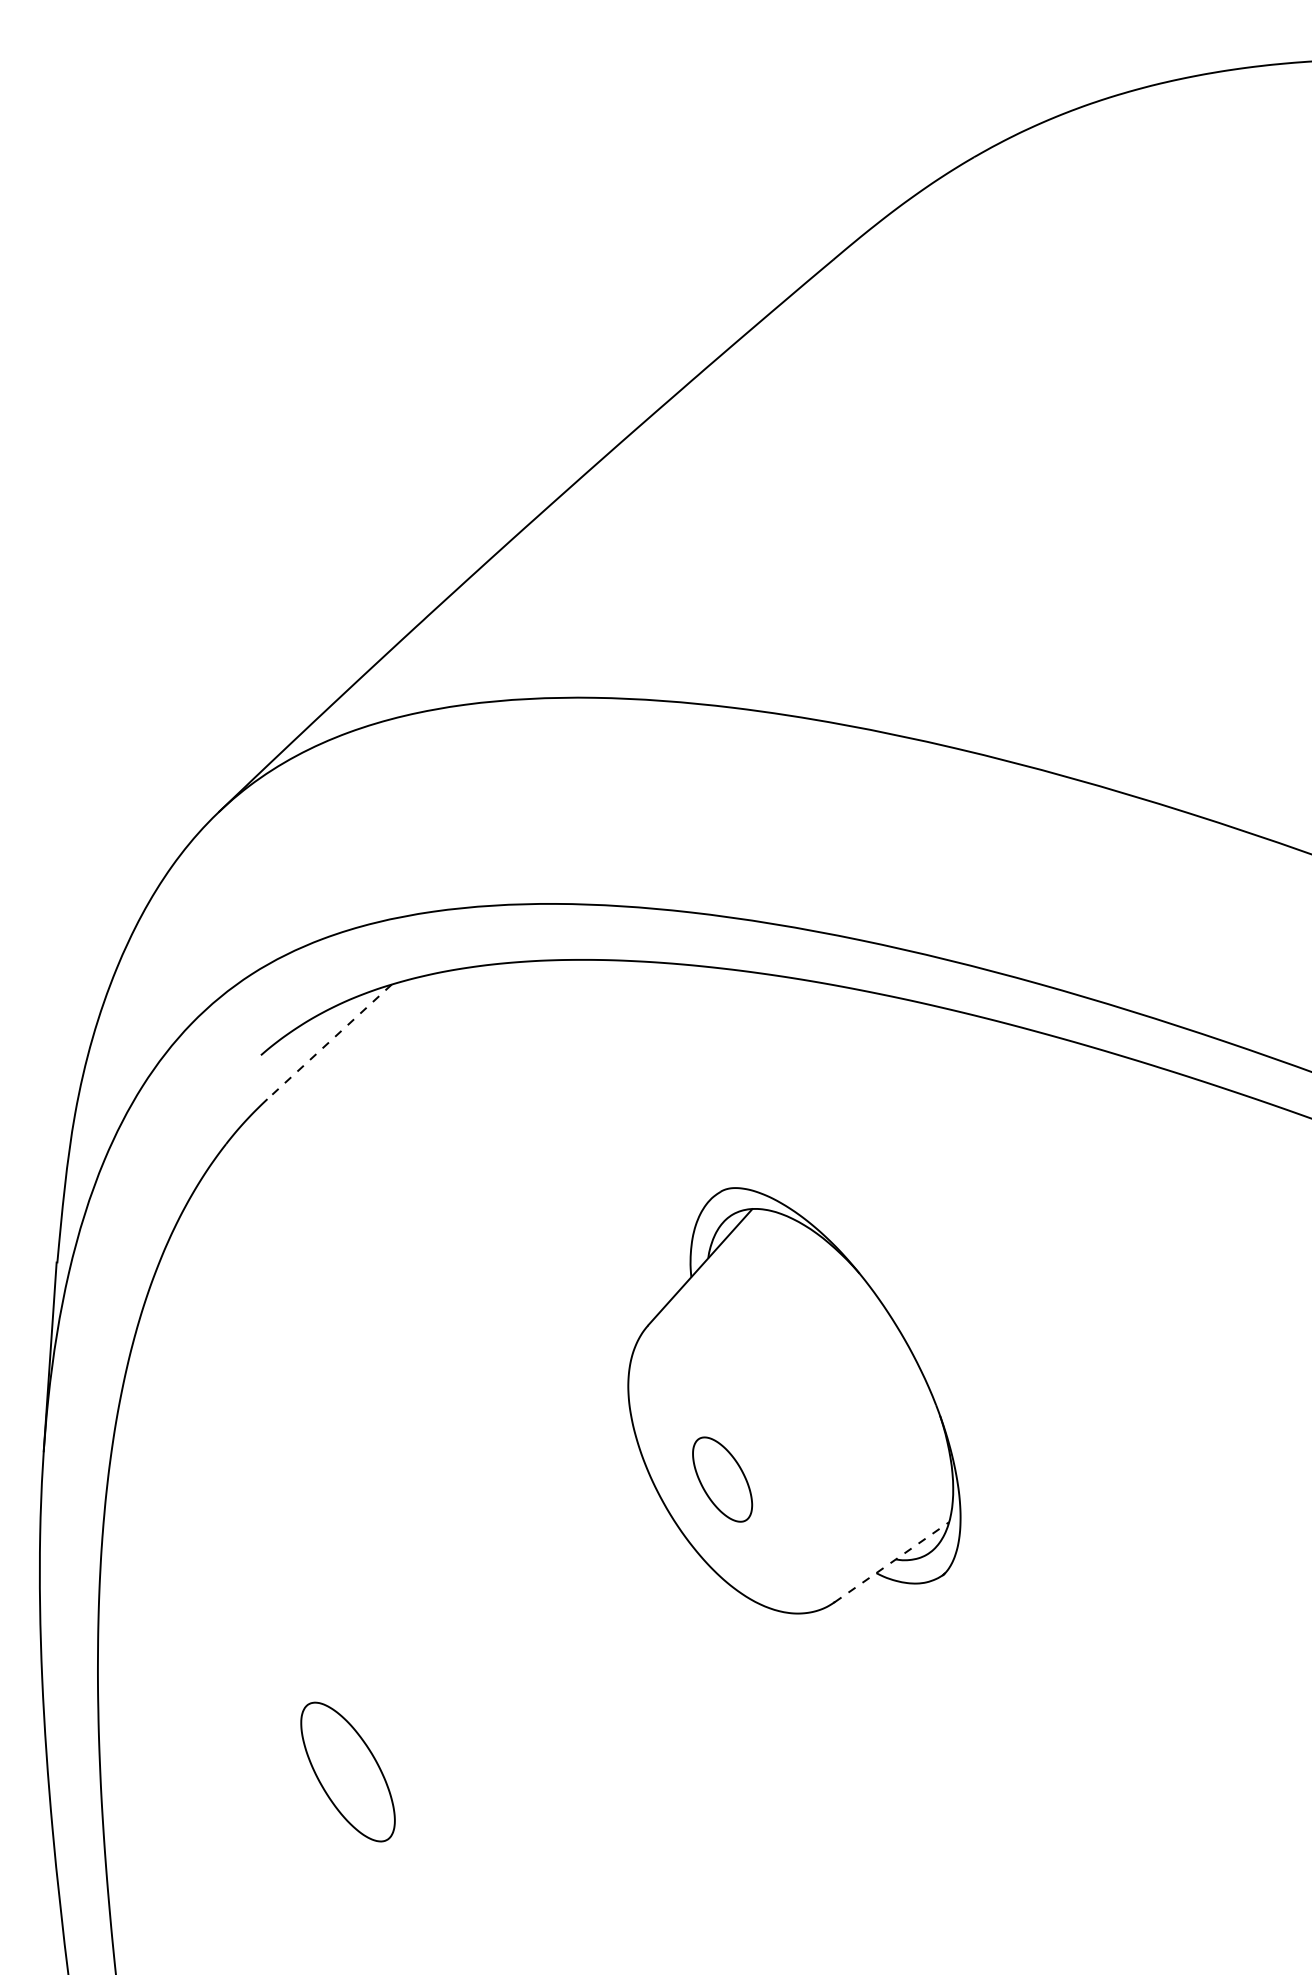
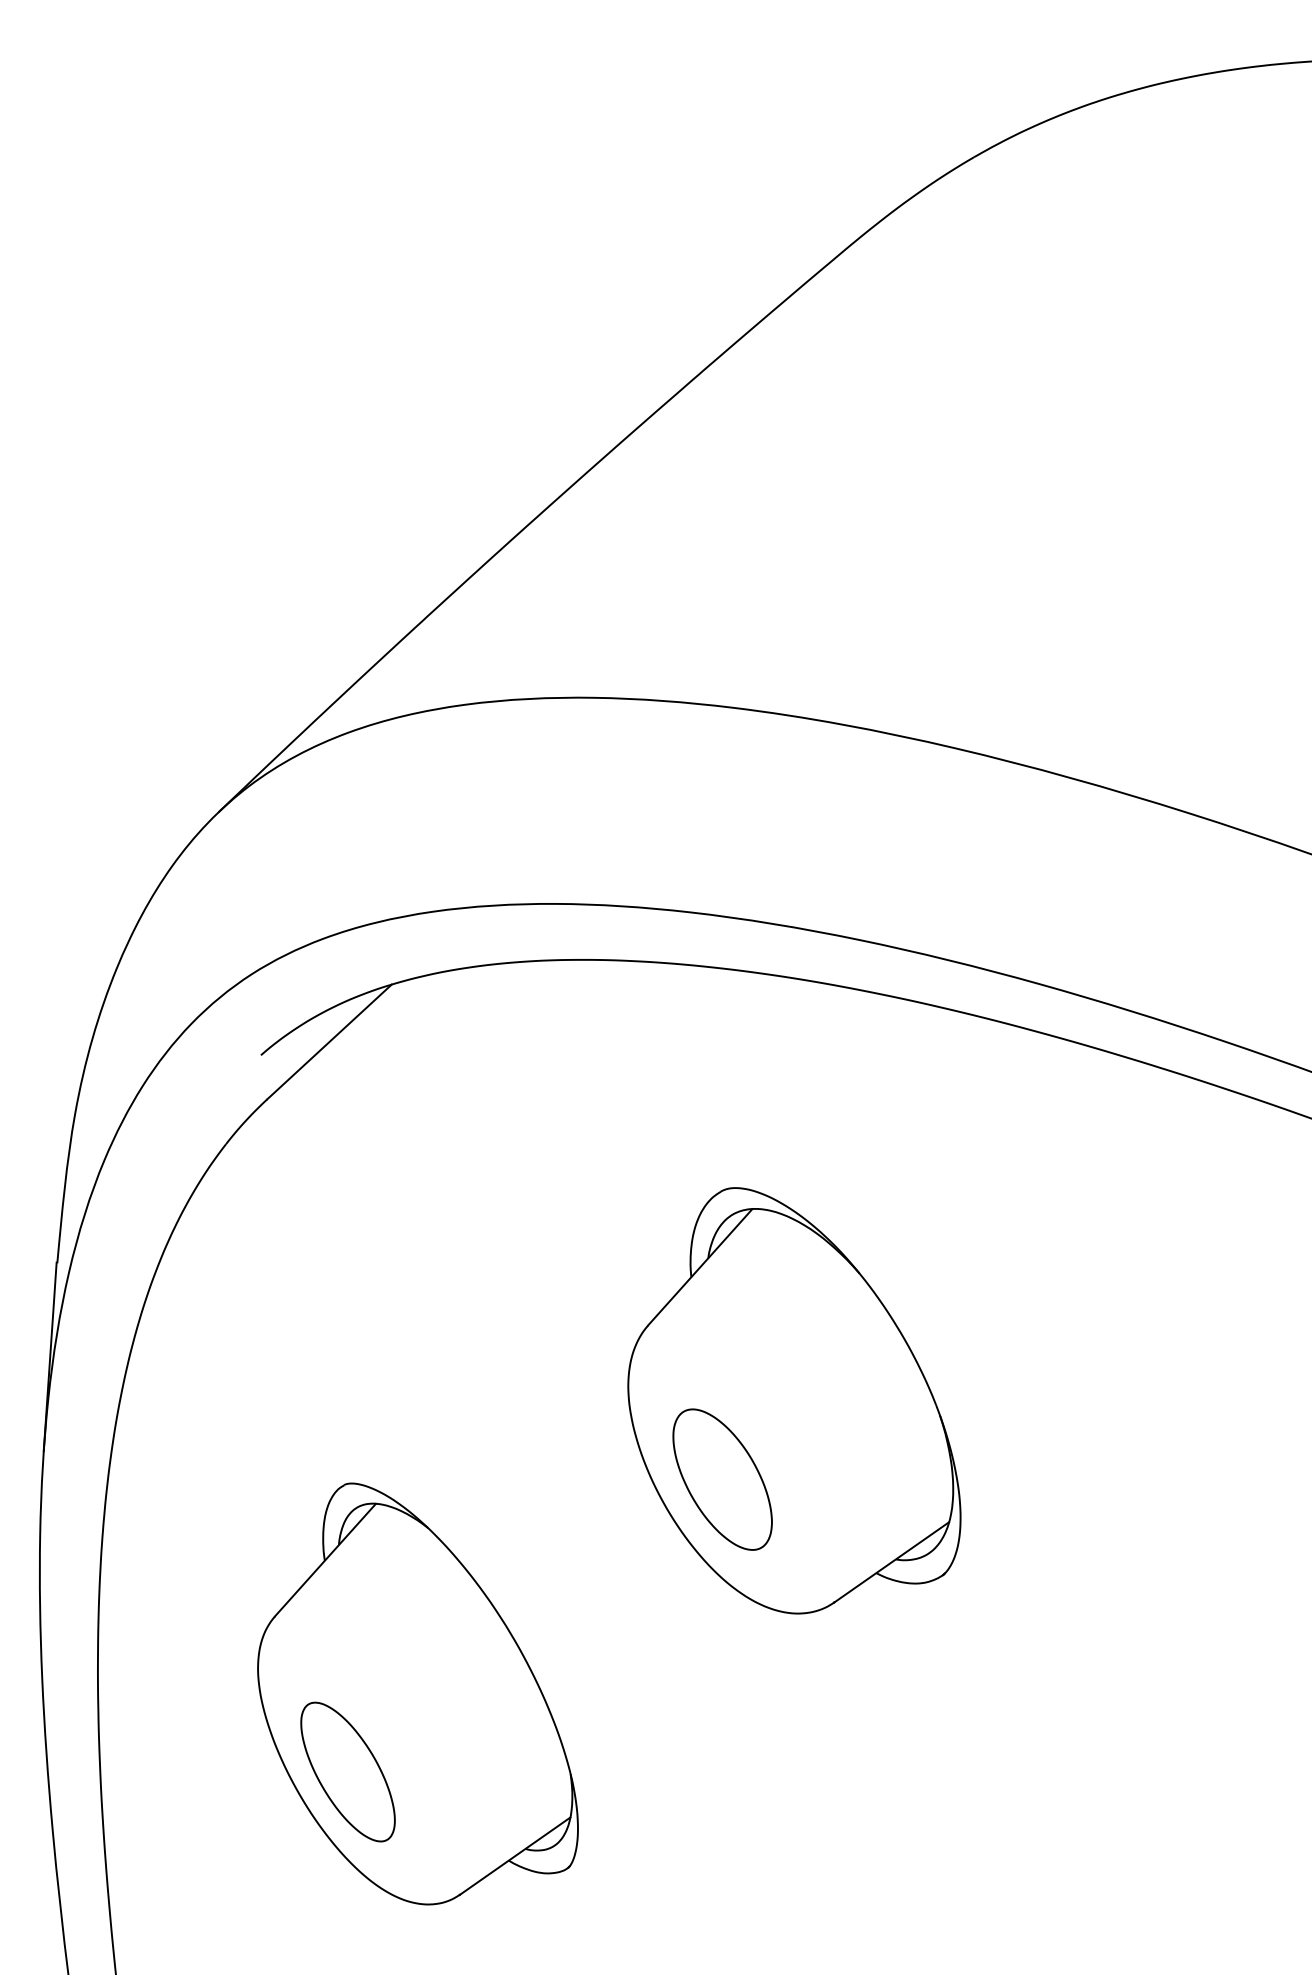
line at (329, 1041): dashed -> solid
part at (722, 1479) size: 62x87 px -> 101x143 px
line at (891, 1562): dashed -> solid
part at (417, 1693): none -> present
